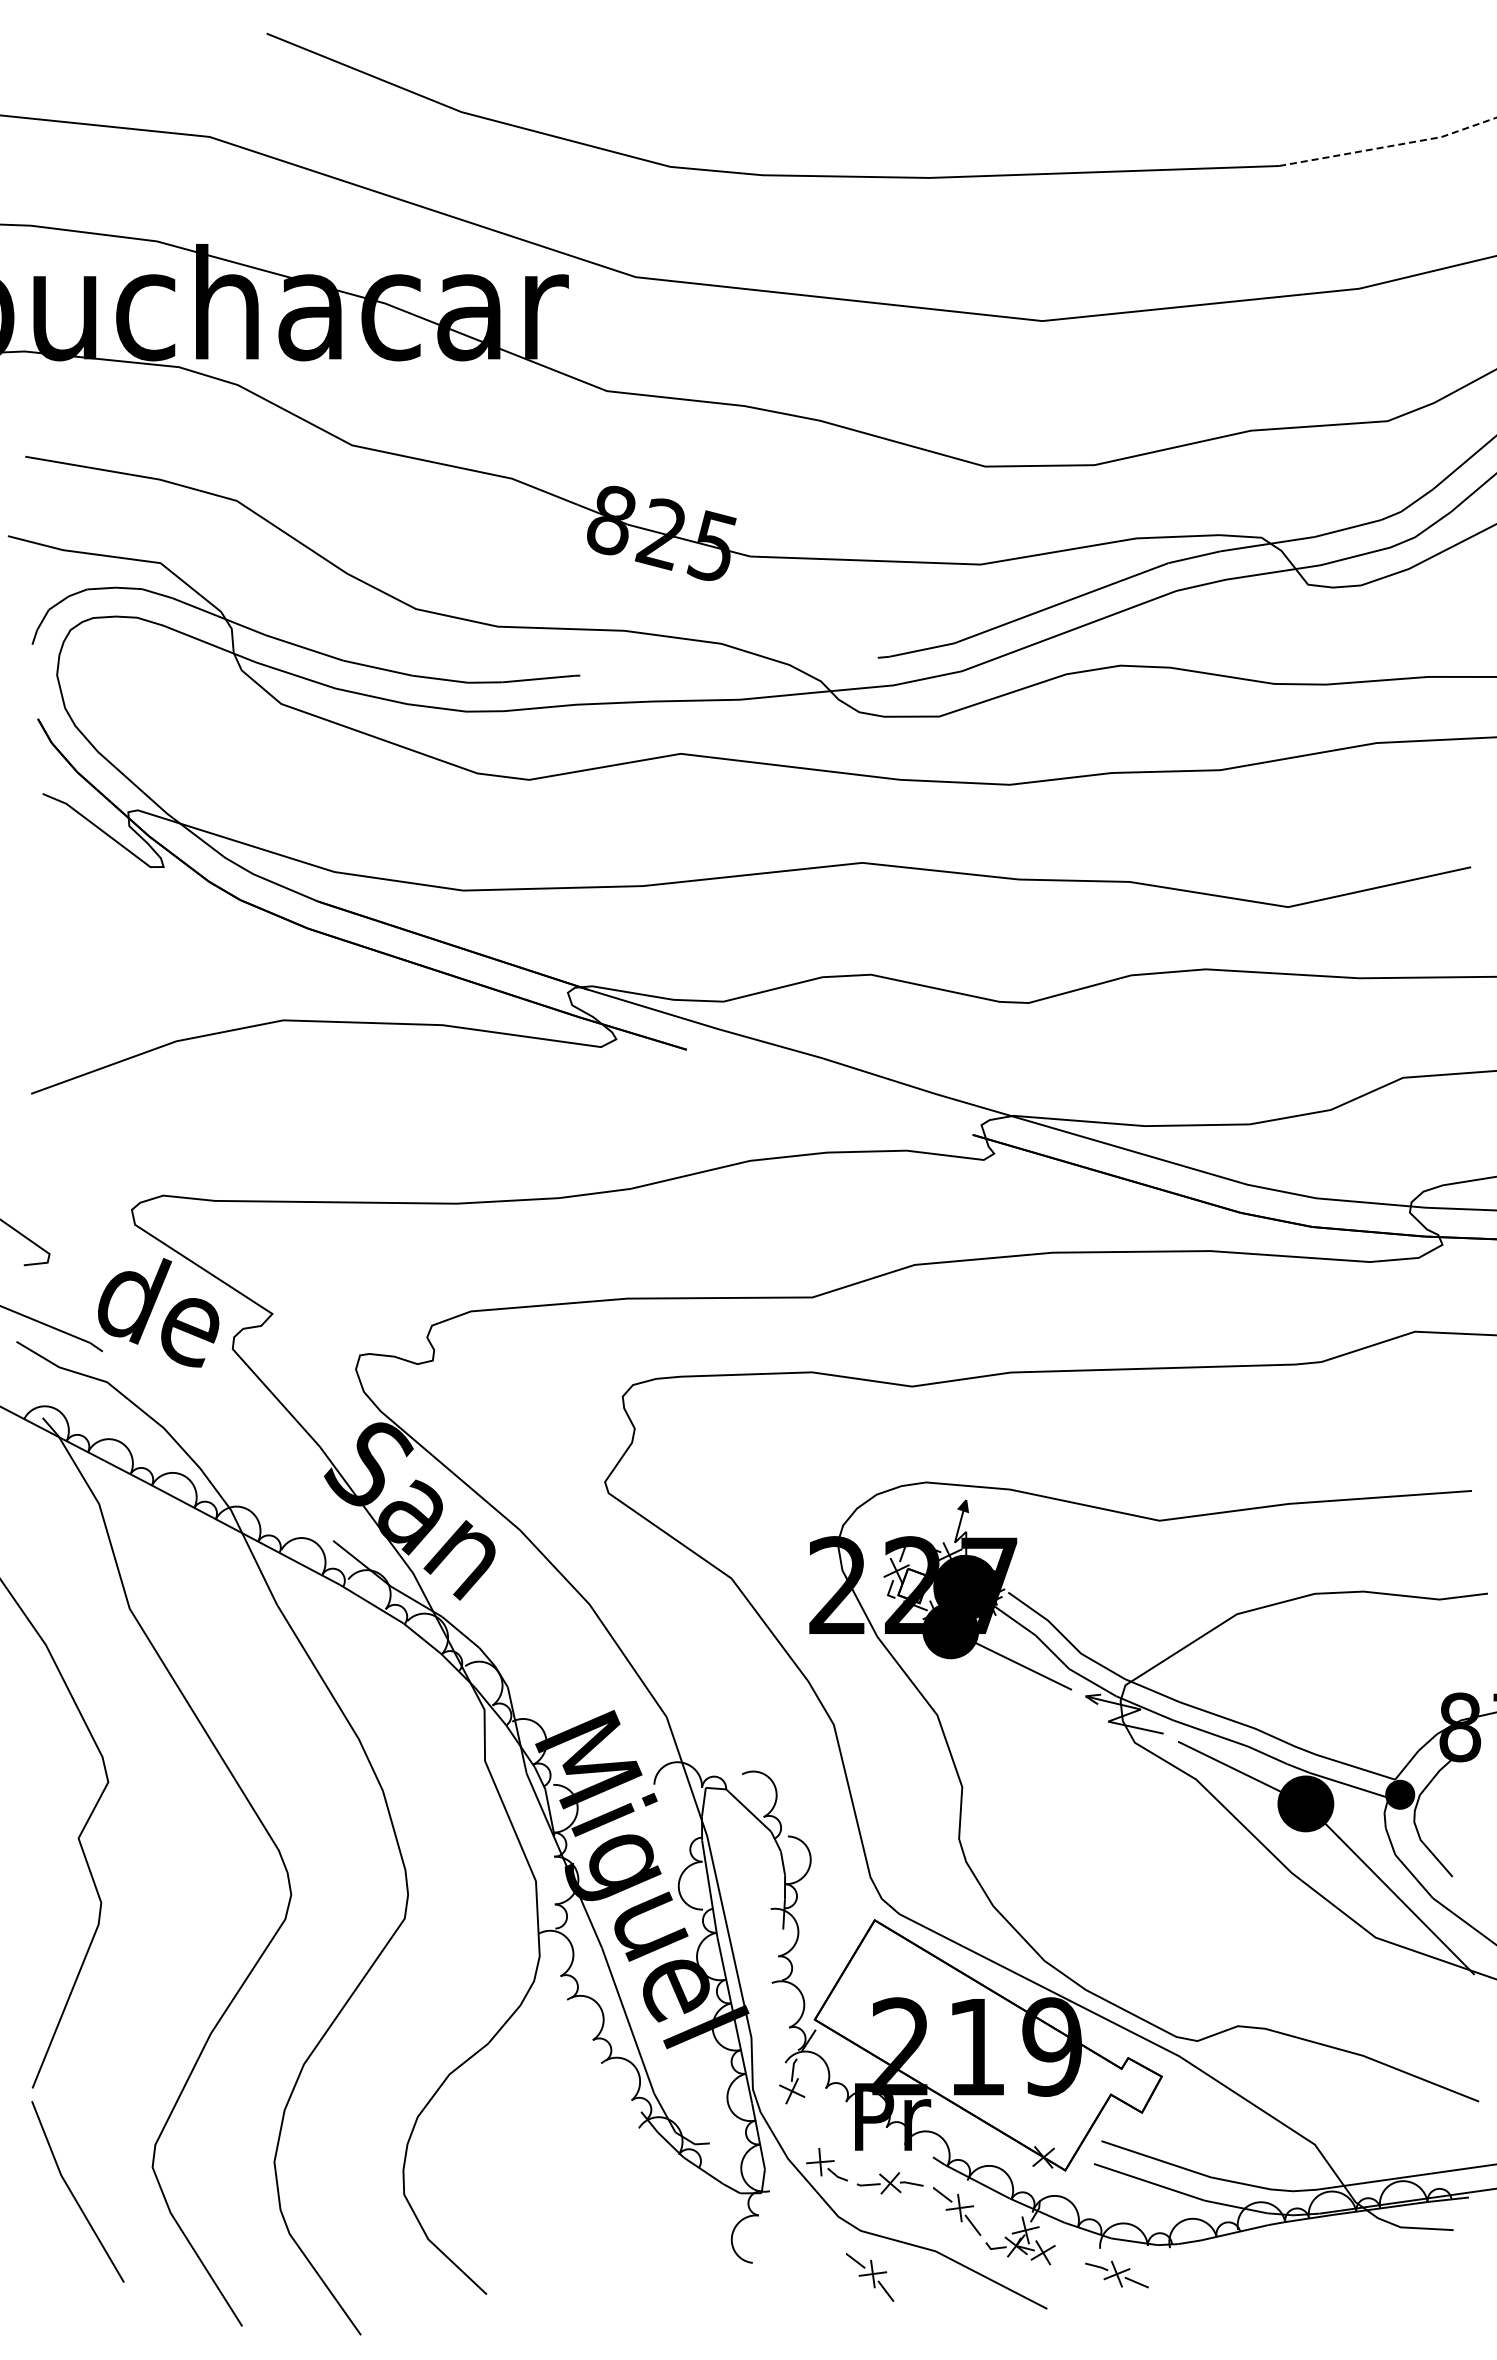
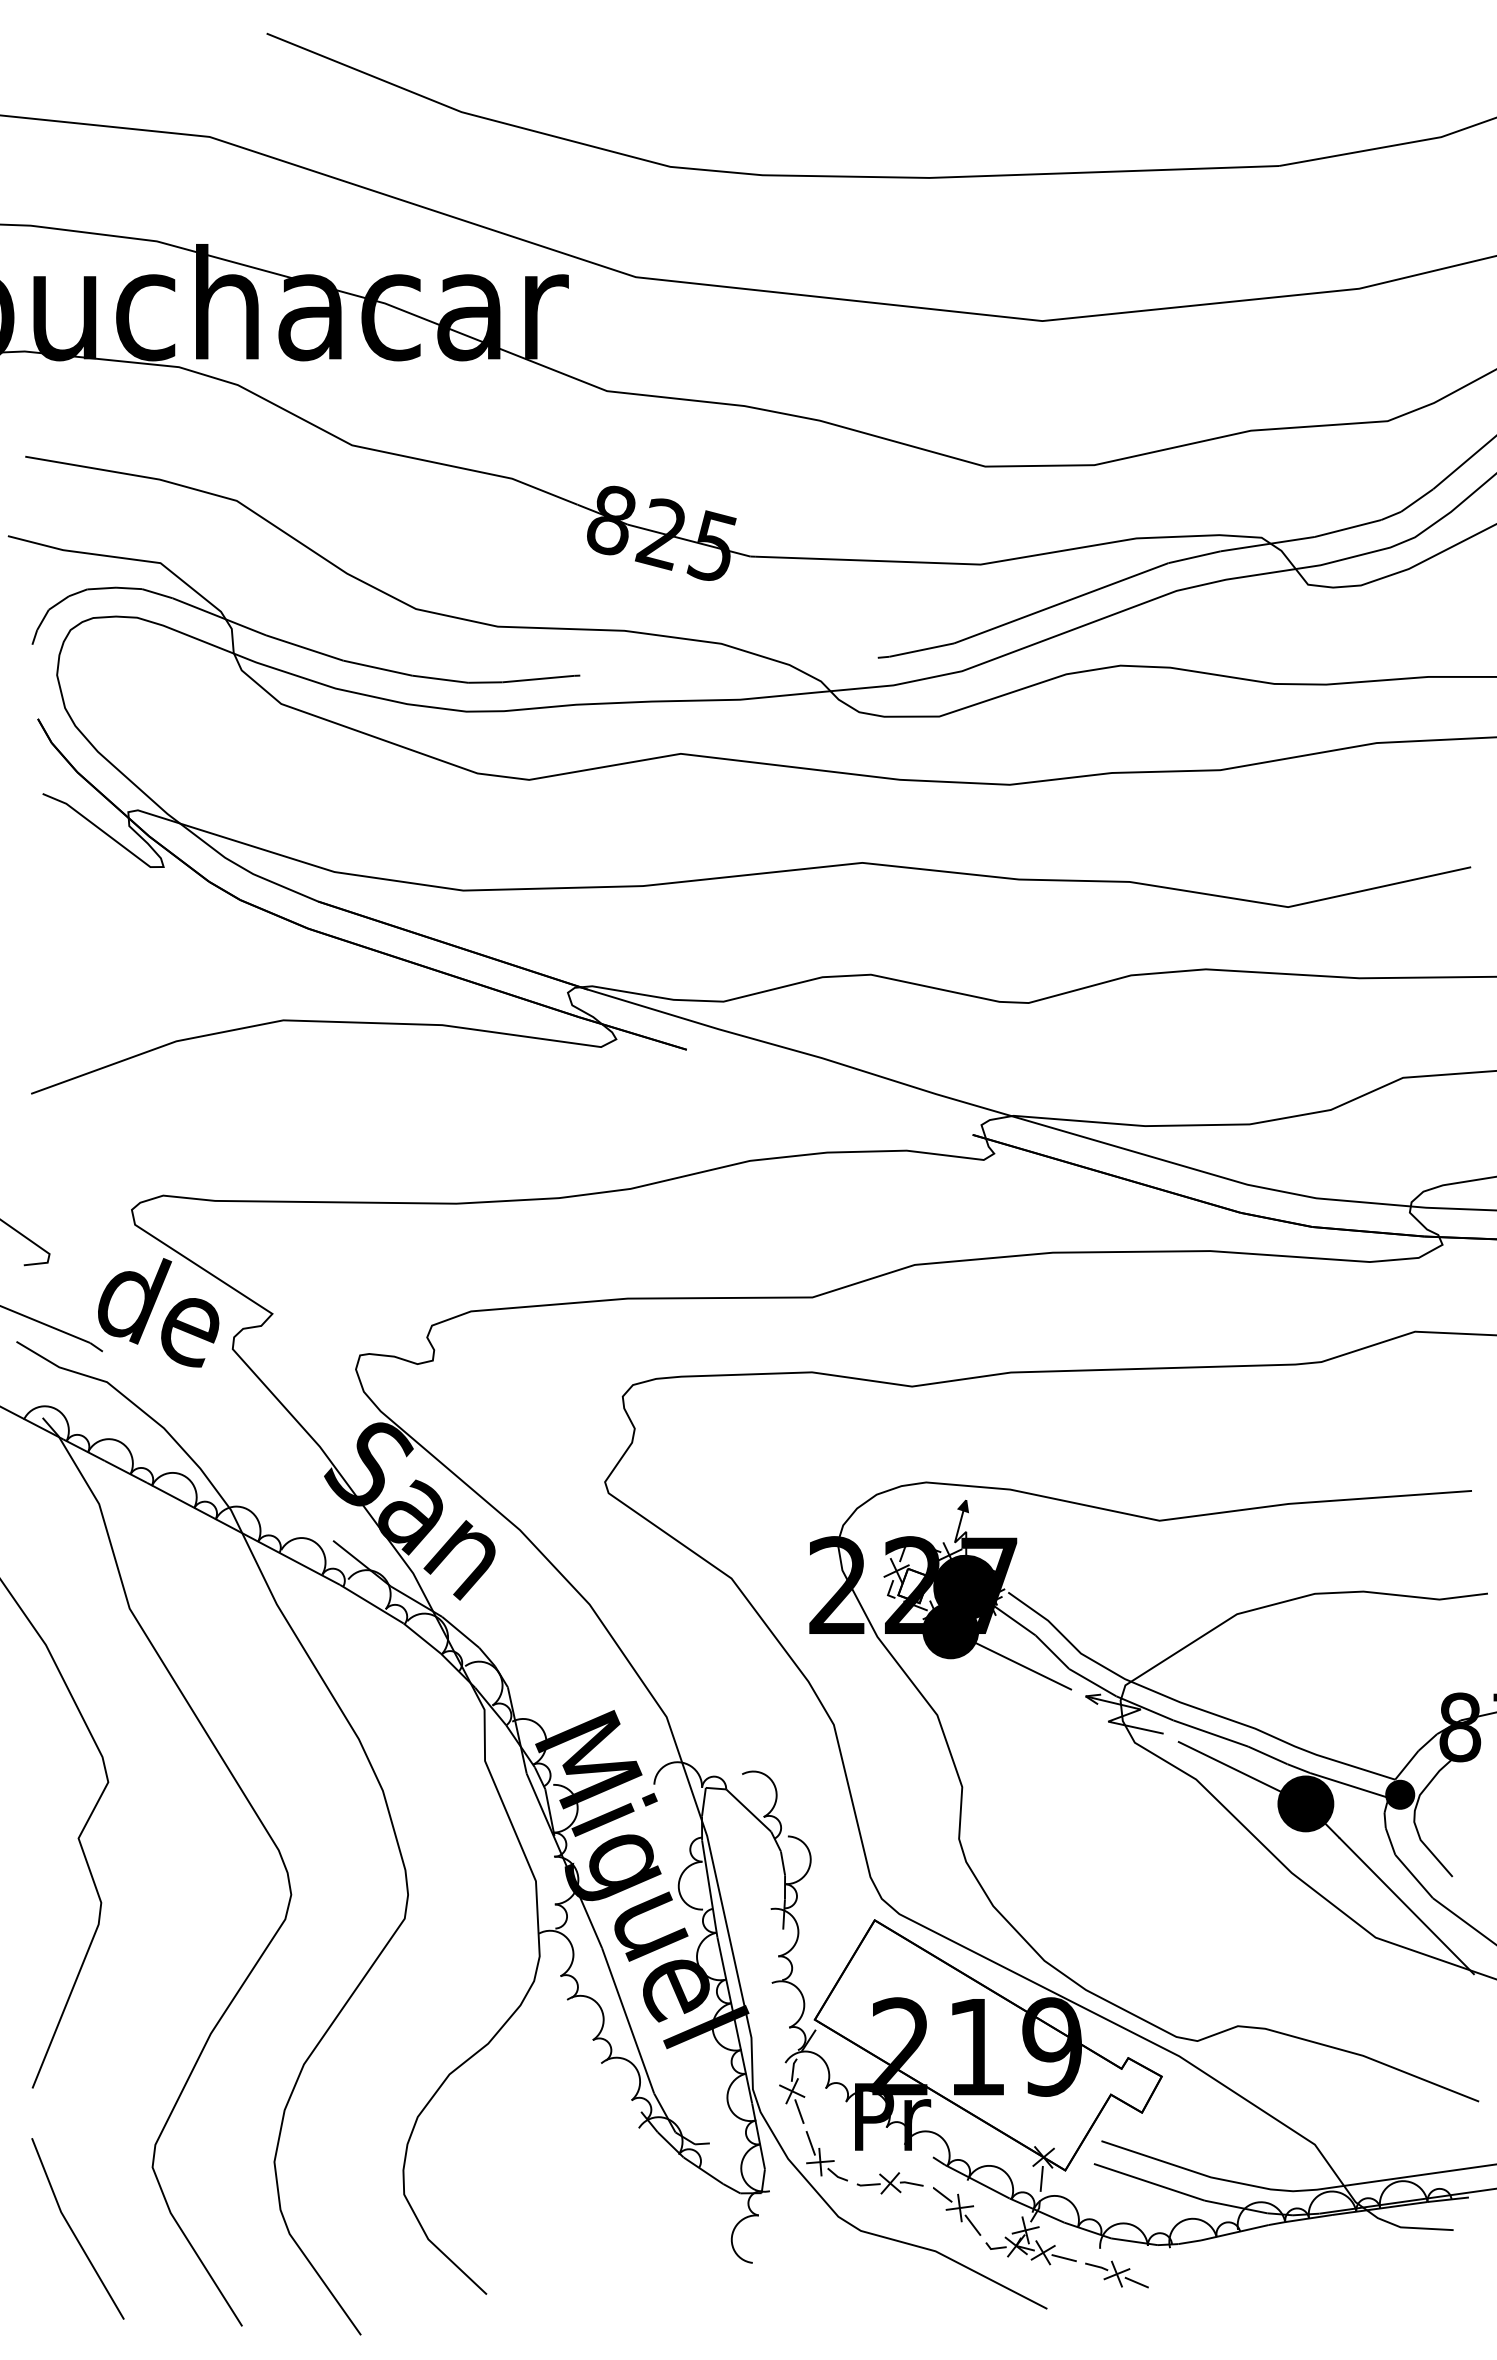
line at (1390, 146): dashed -> solid
line at (799, 2111): none -> present
line at (810, 2143): none -> present
line at (1041, 2178): none -> present
line at (73, 2194) position: (73, 2194) -> (73, 2231)
line at (1063, 2258): none -> present
part at (870, 2277): present -> none
